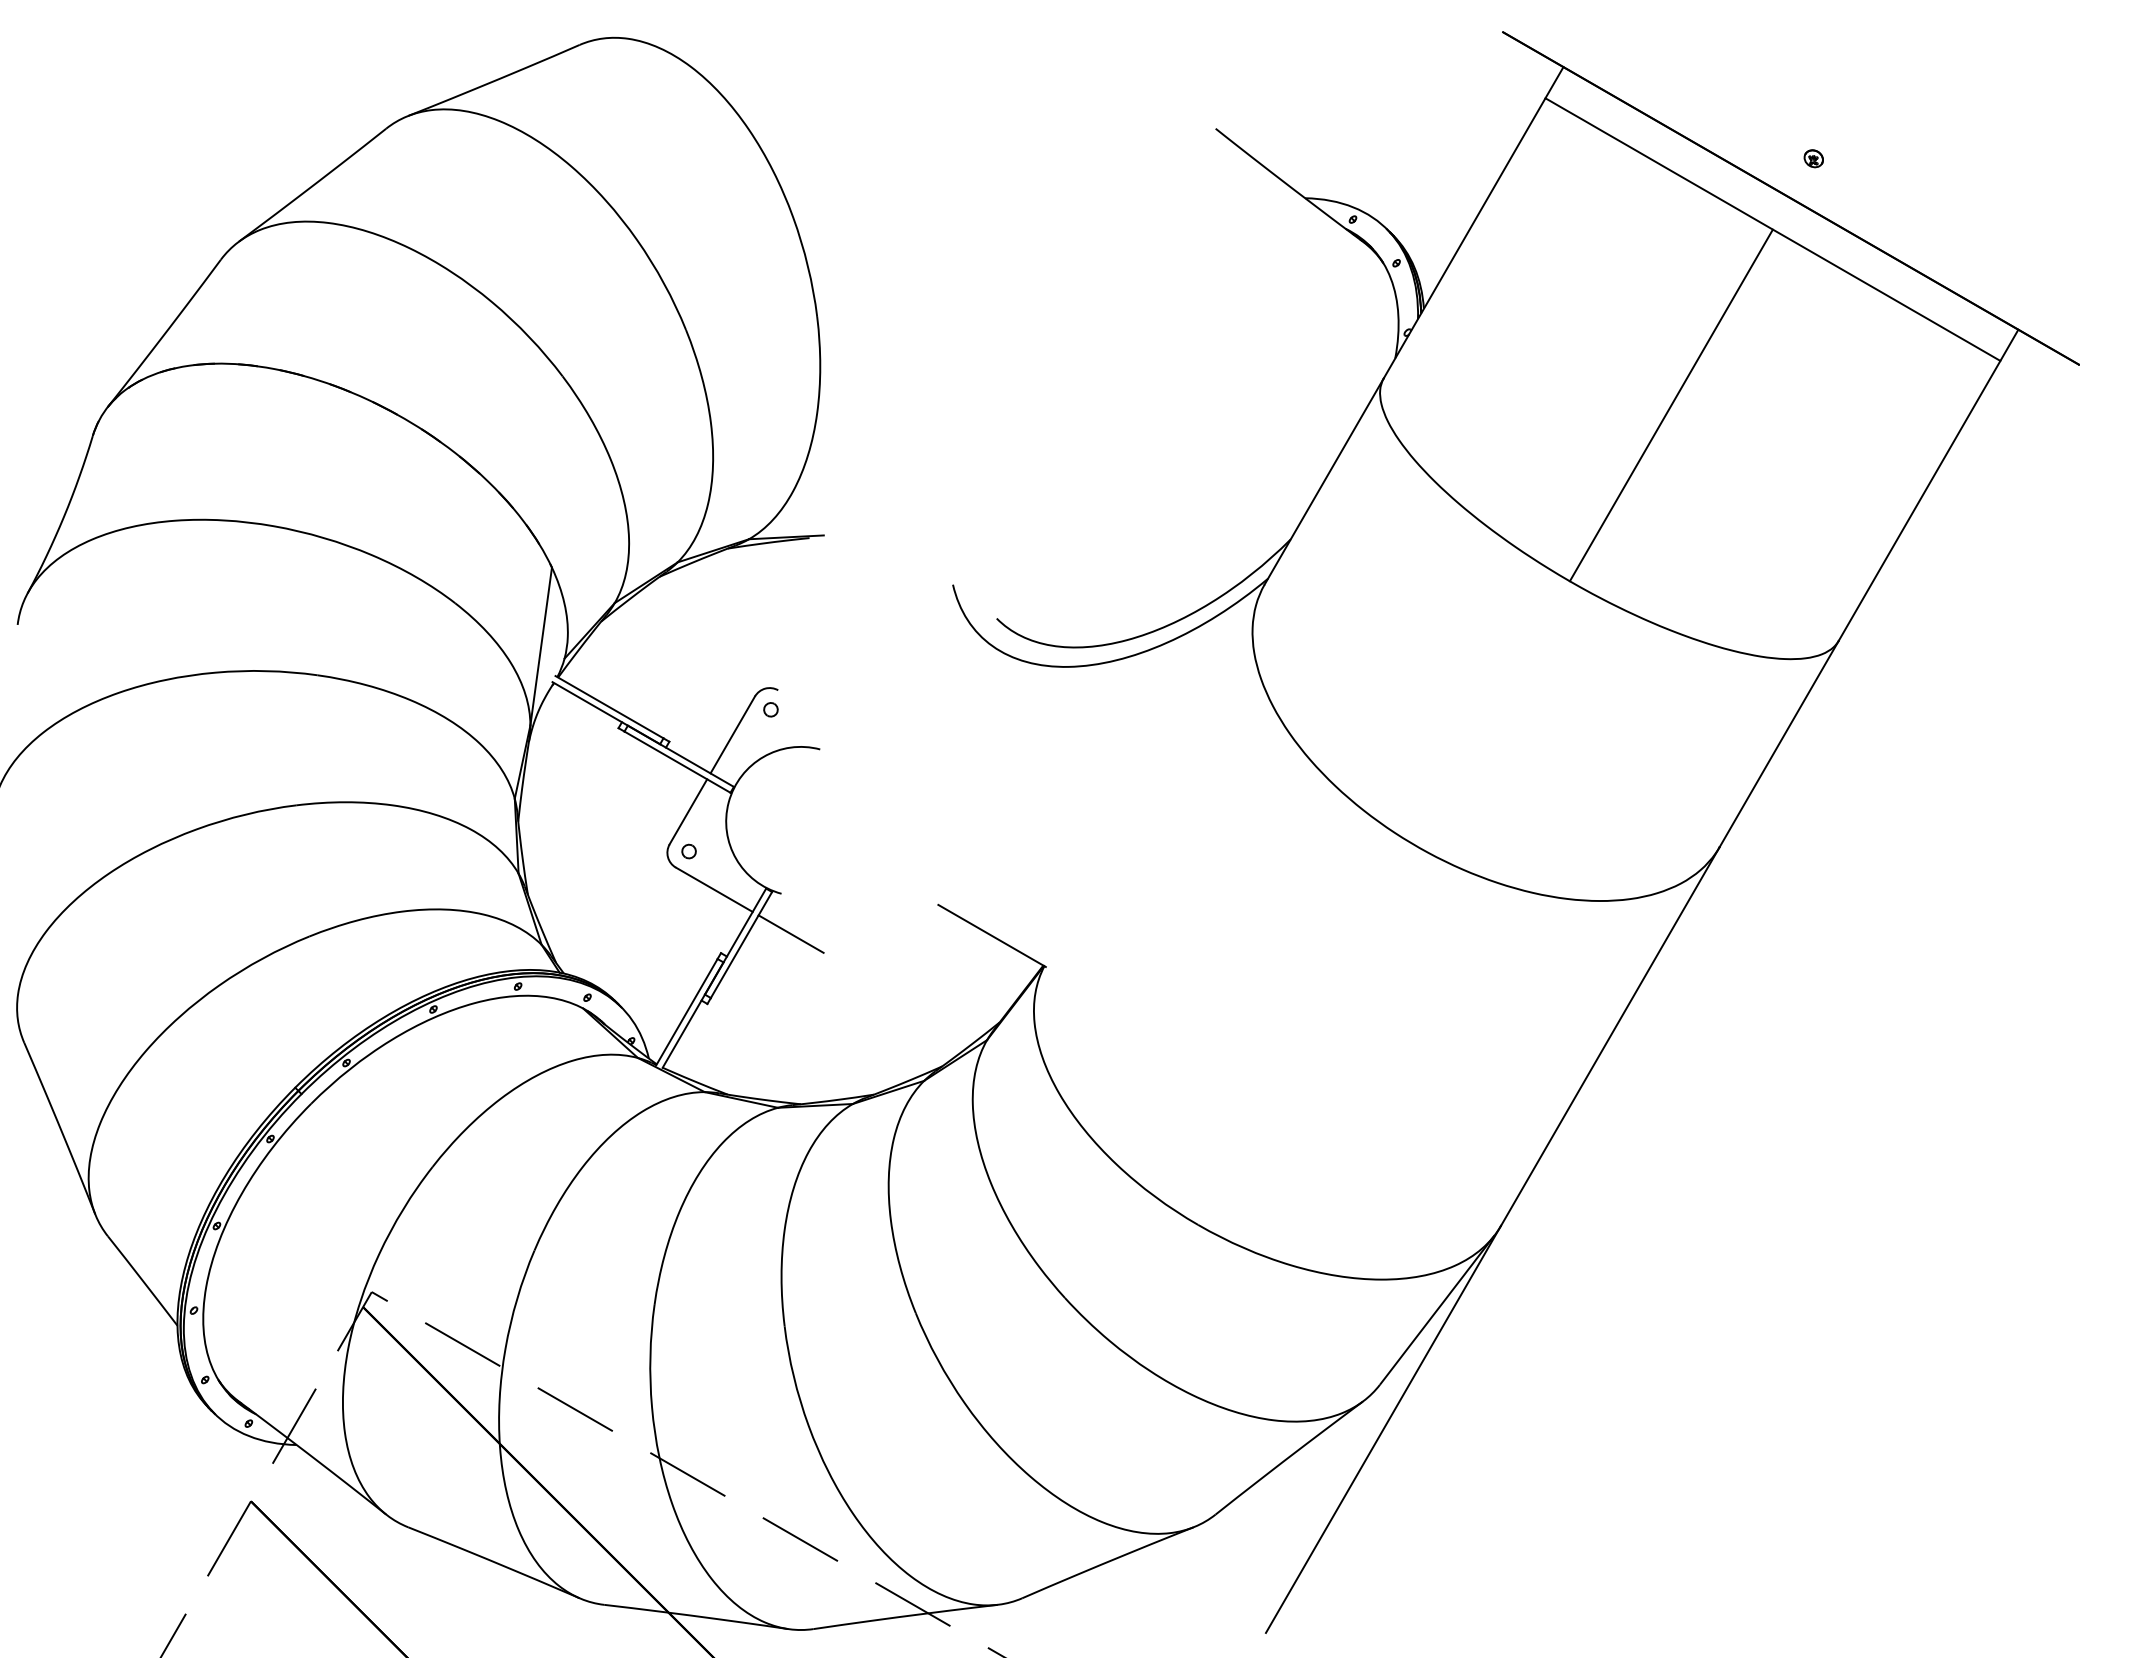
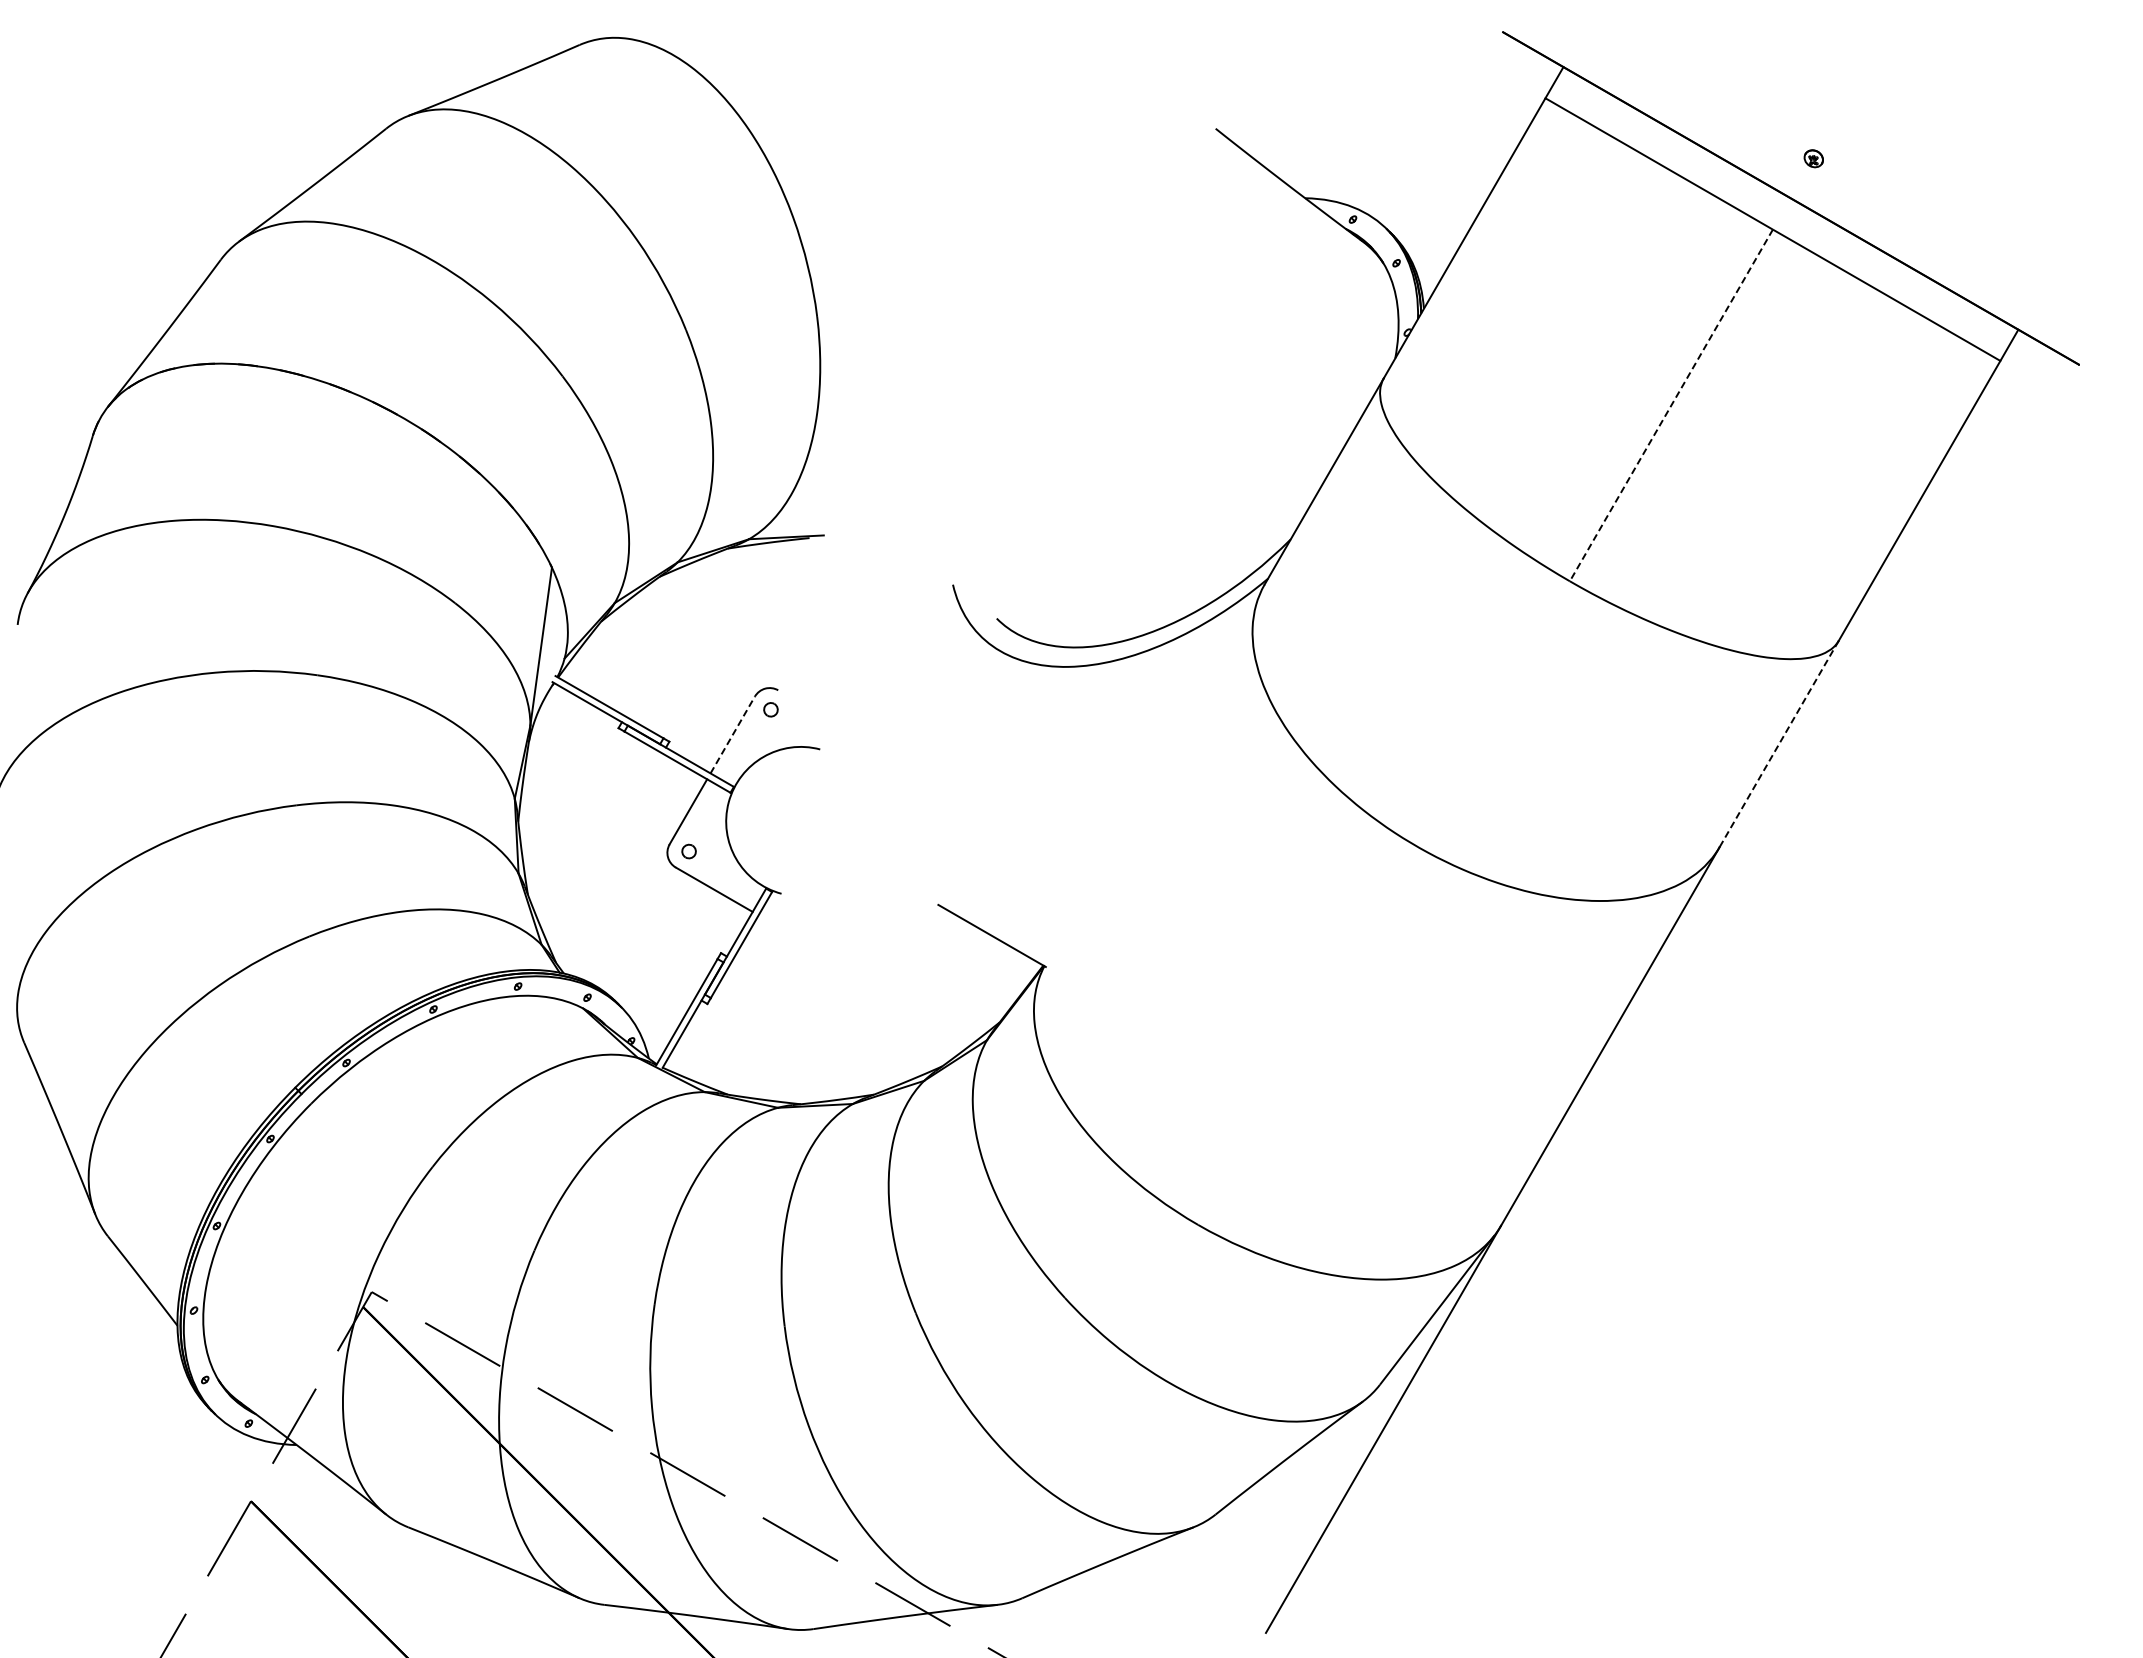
line at (1671, 405): solid -> dashed
line at (733, 734): solid -> dashed
line at (1778, 744): solid -> dashed
line at (790, 933): present -> none
